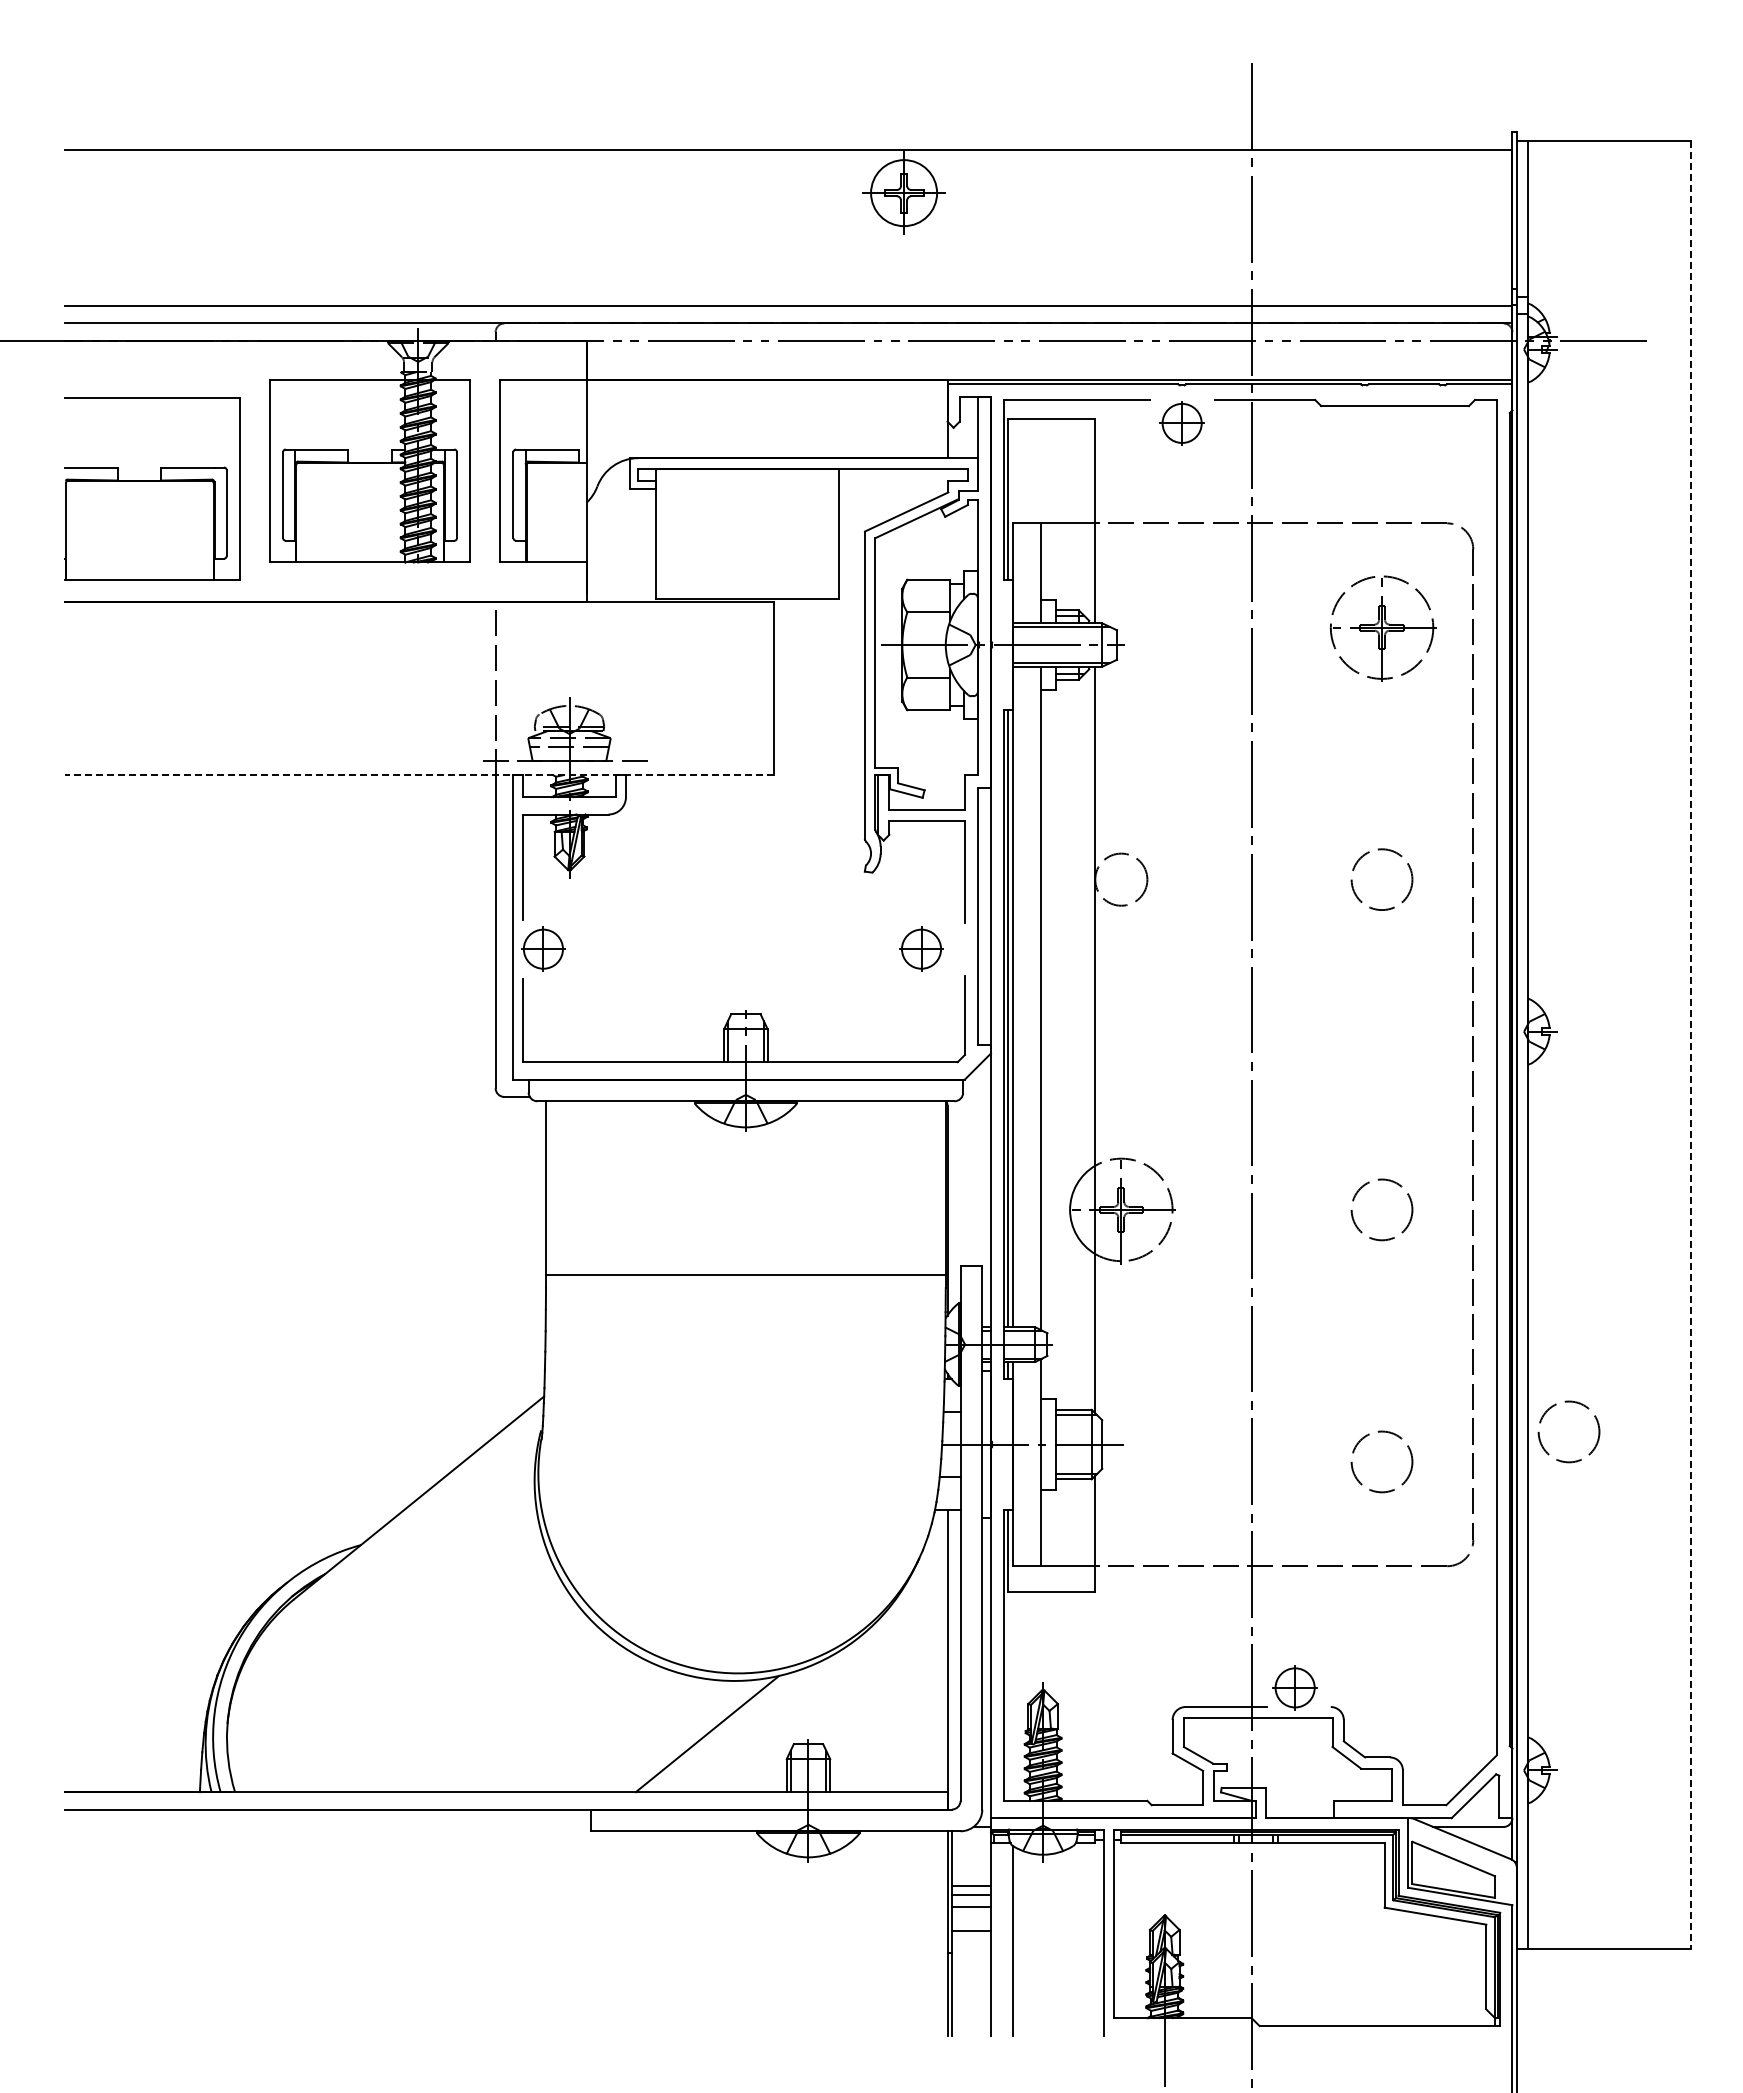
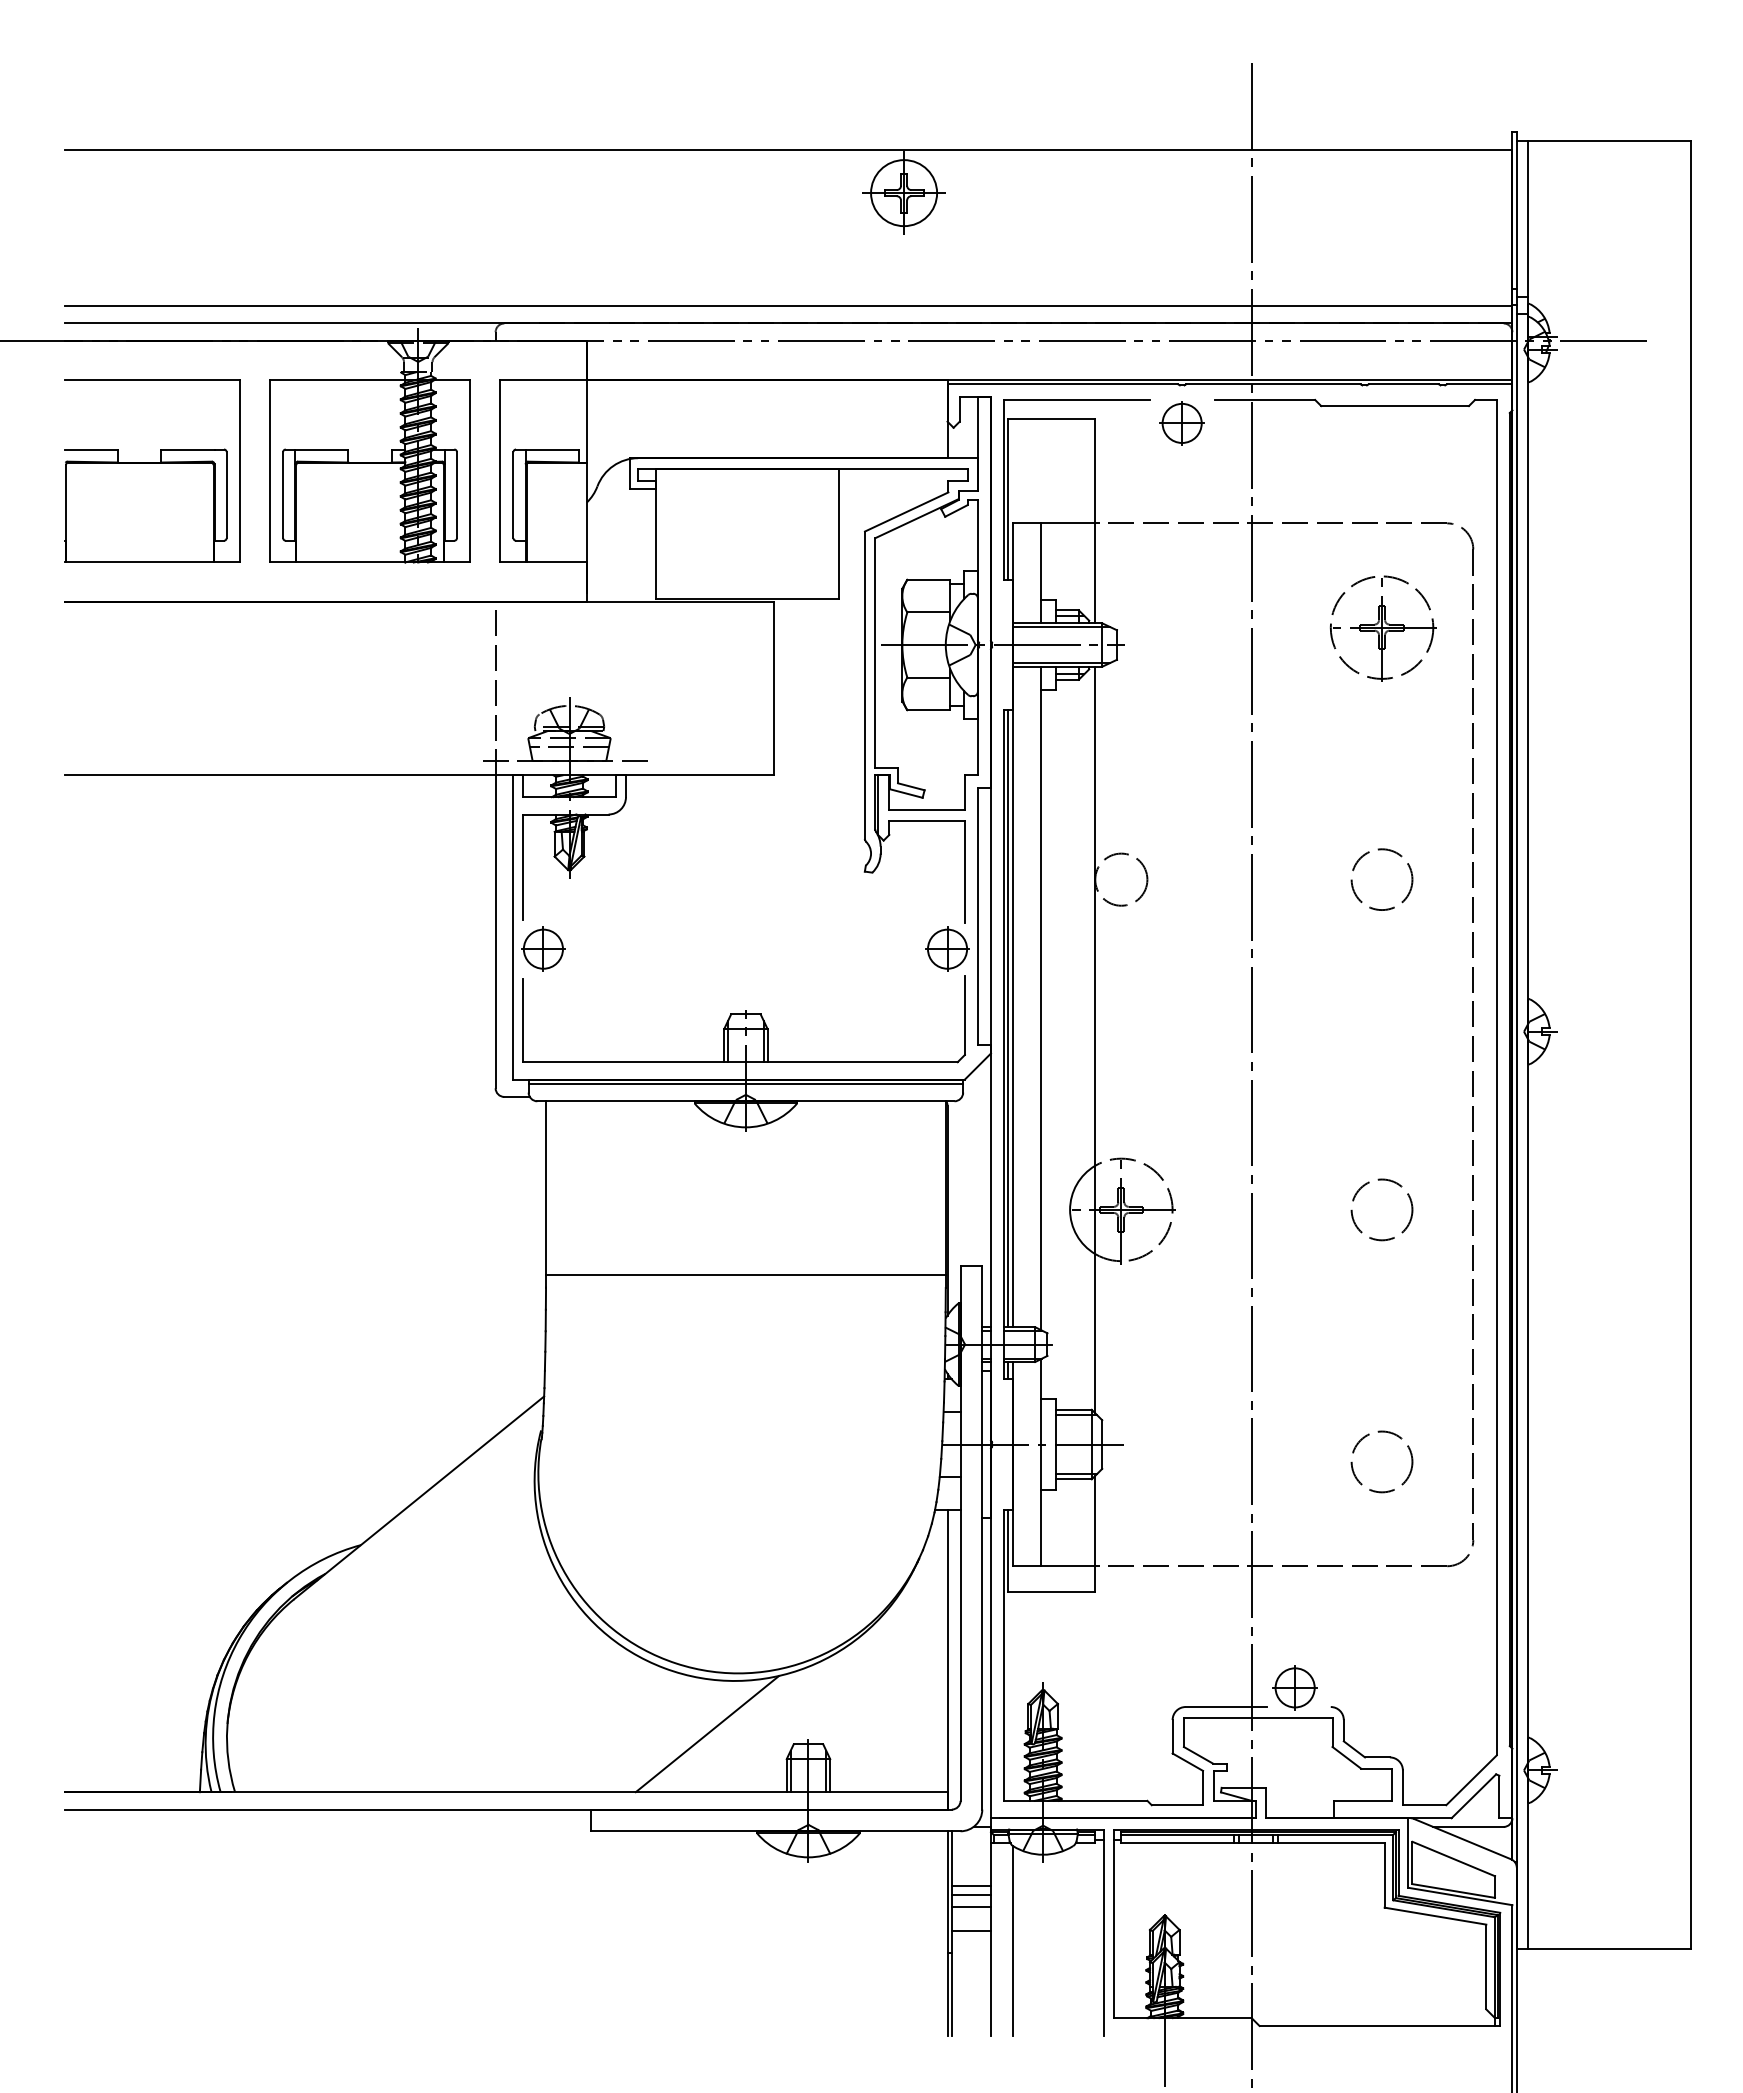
part at (152, 488) position: (152, 488) -> (152, 470)
line at (419, 775): dashed -> solid
part at (921, 948) position: (921, 948) -> (947, 948)
line at (1690, 1044): dashed -> solid
line at (745, 1083): none -> present
circle at (1568, 1431): present -> none
